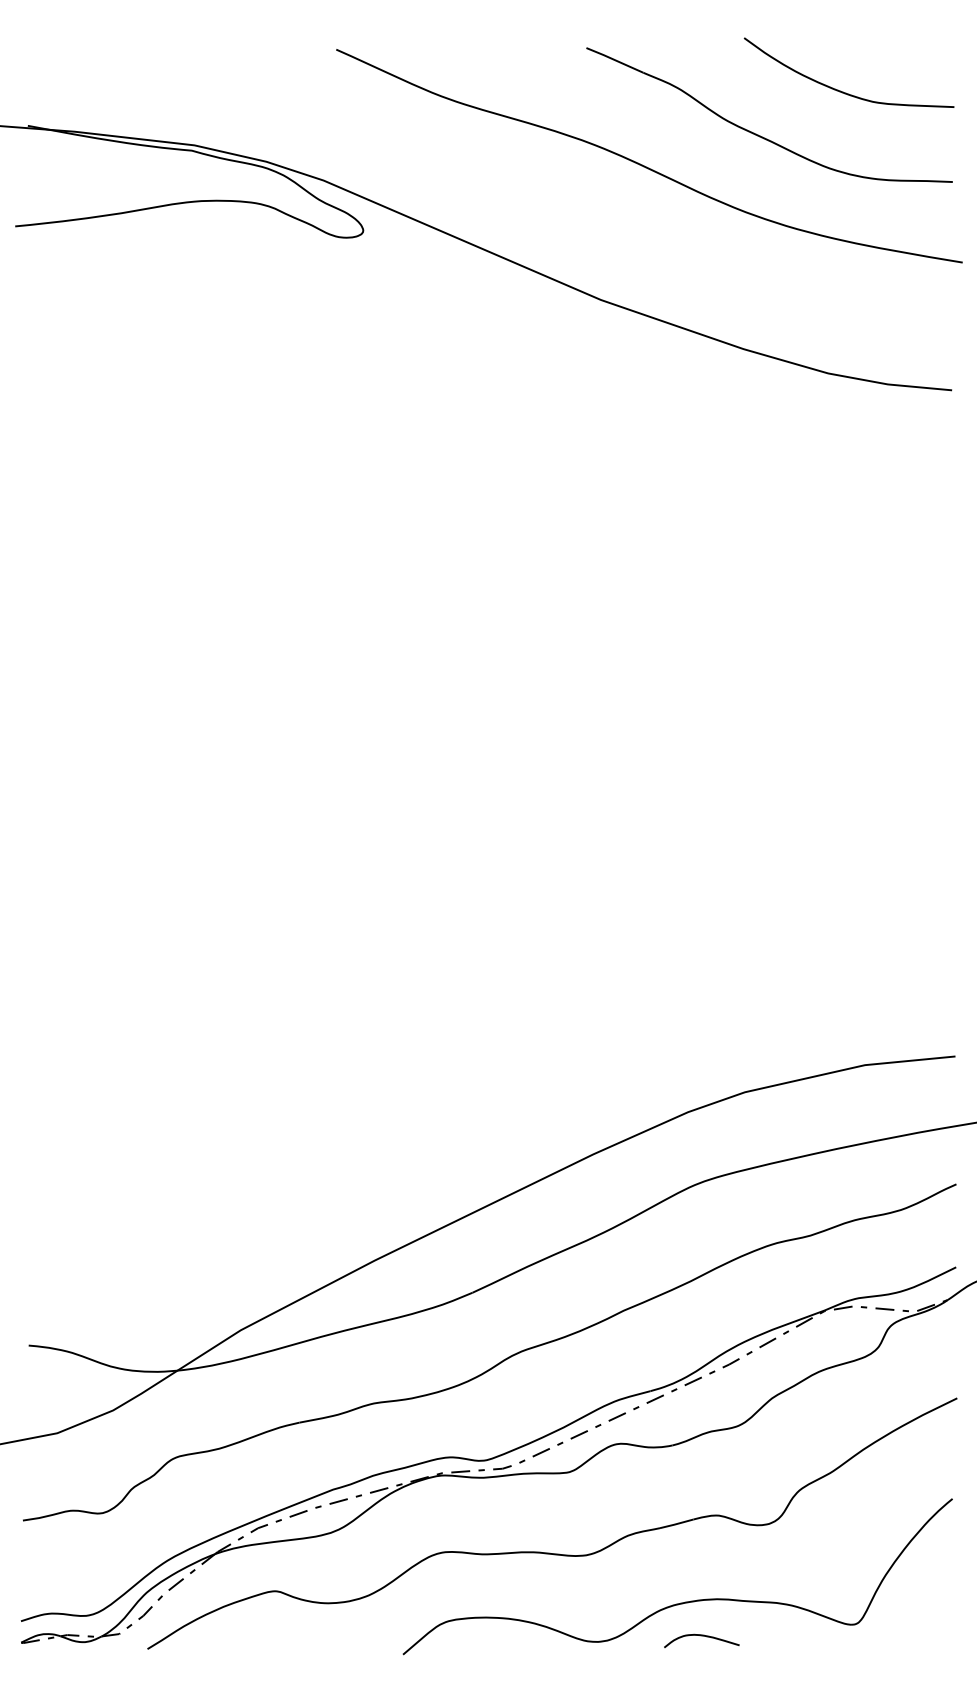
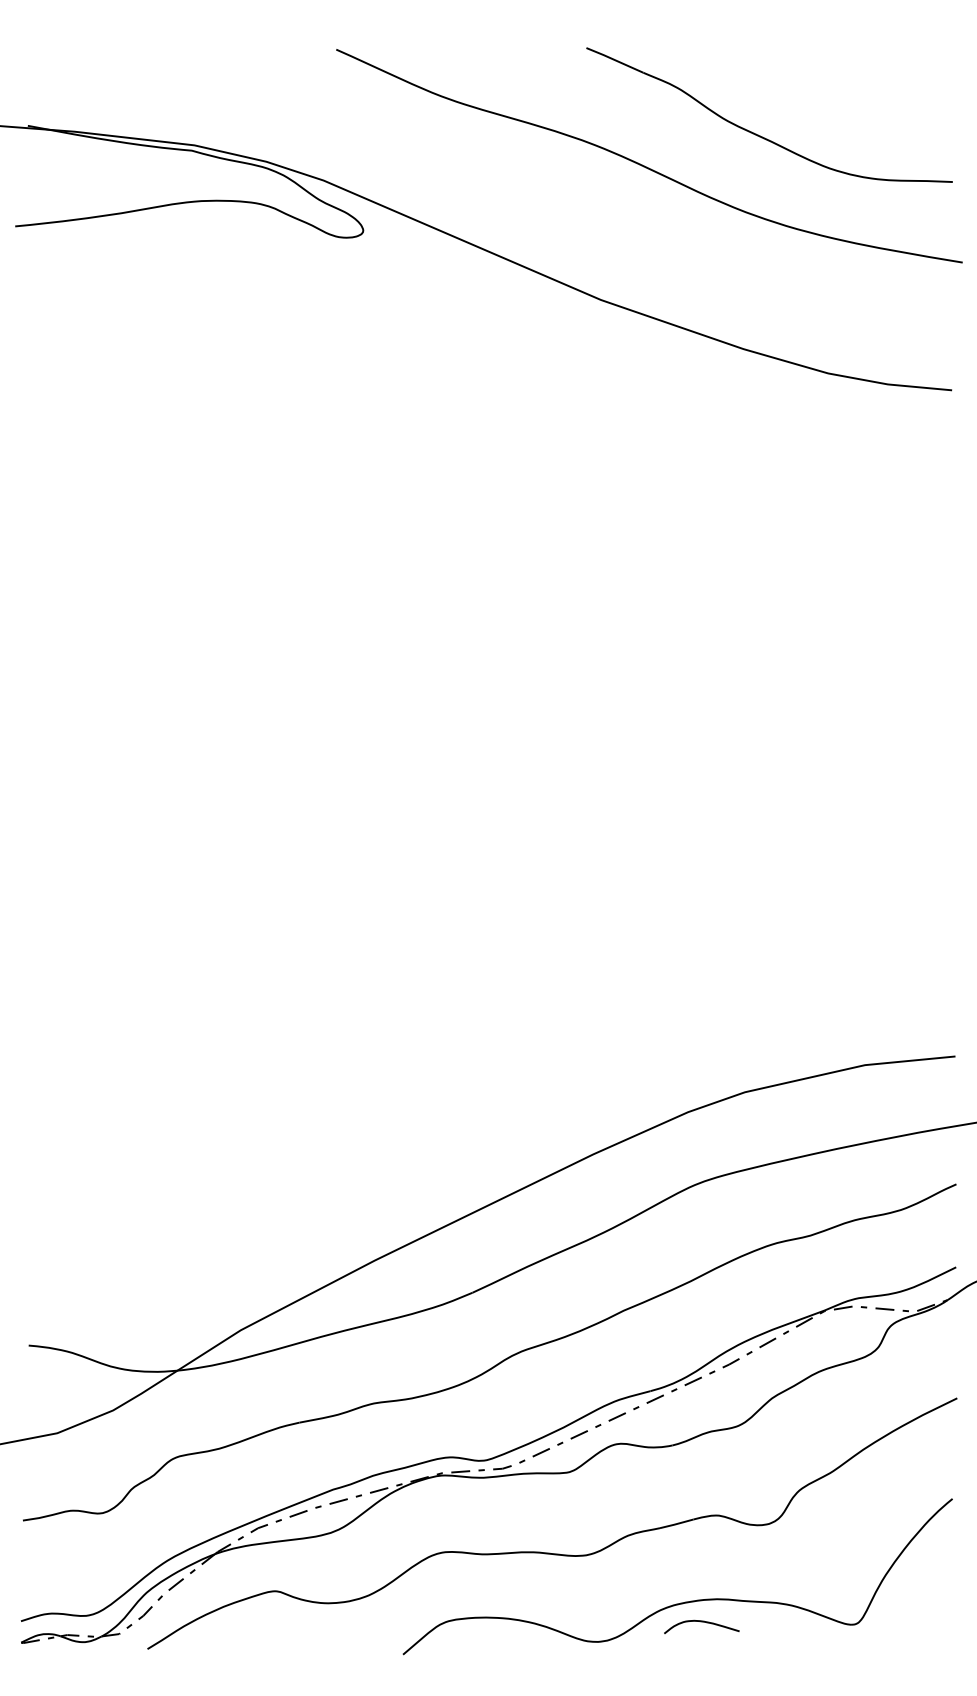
curve at (843, 91): present -> none
curve at (701, 1636) position: (701, 1636) -> (701, 1622)
